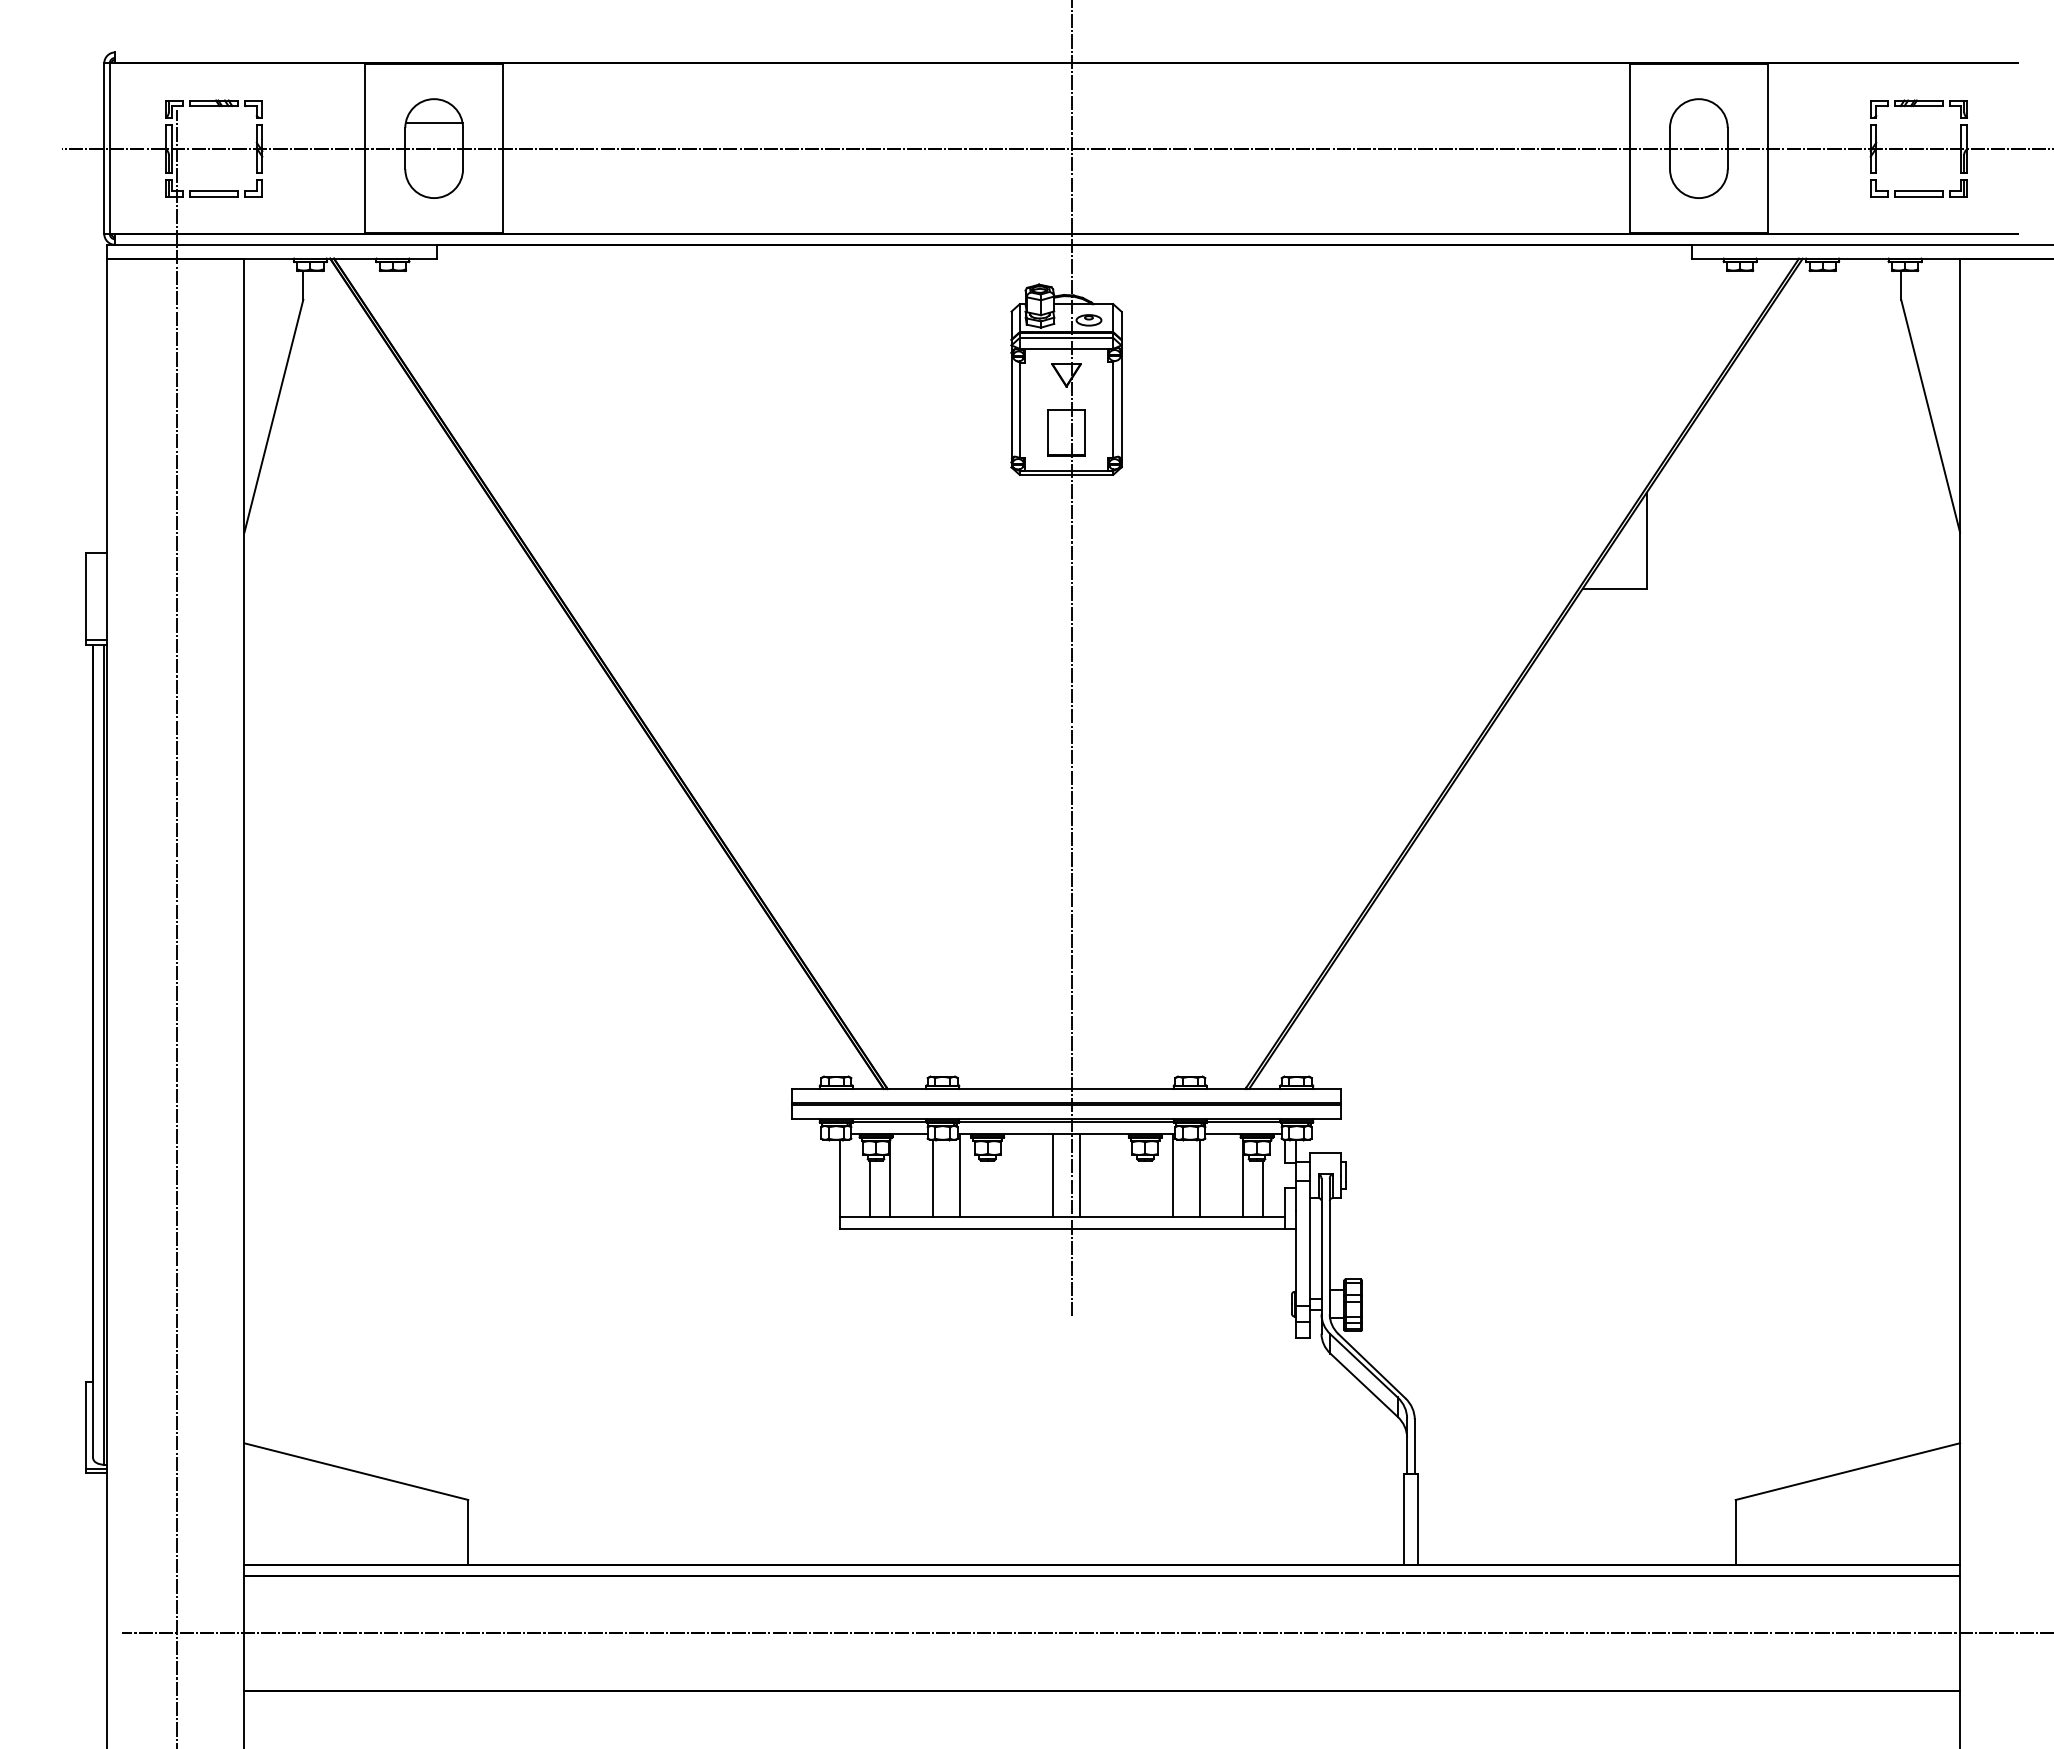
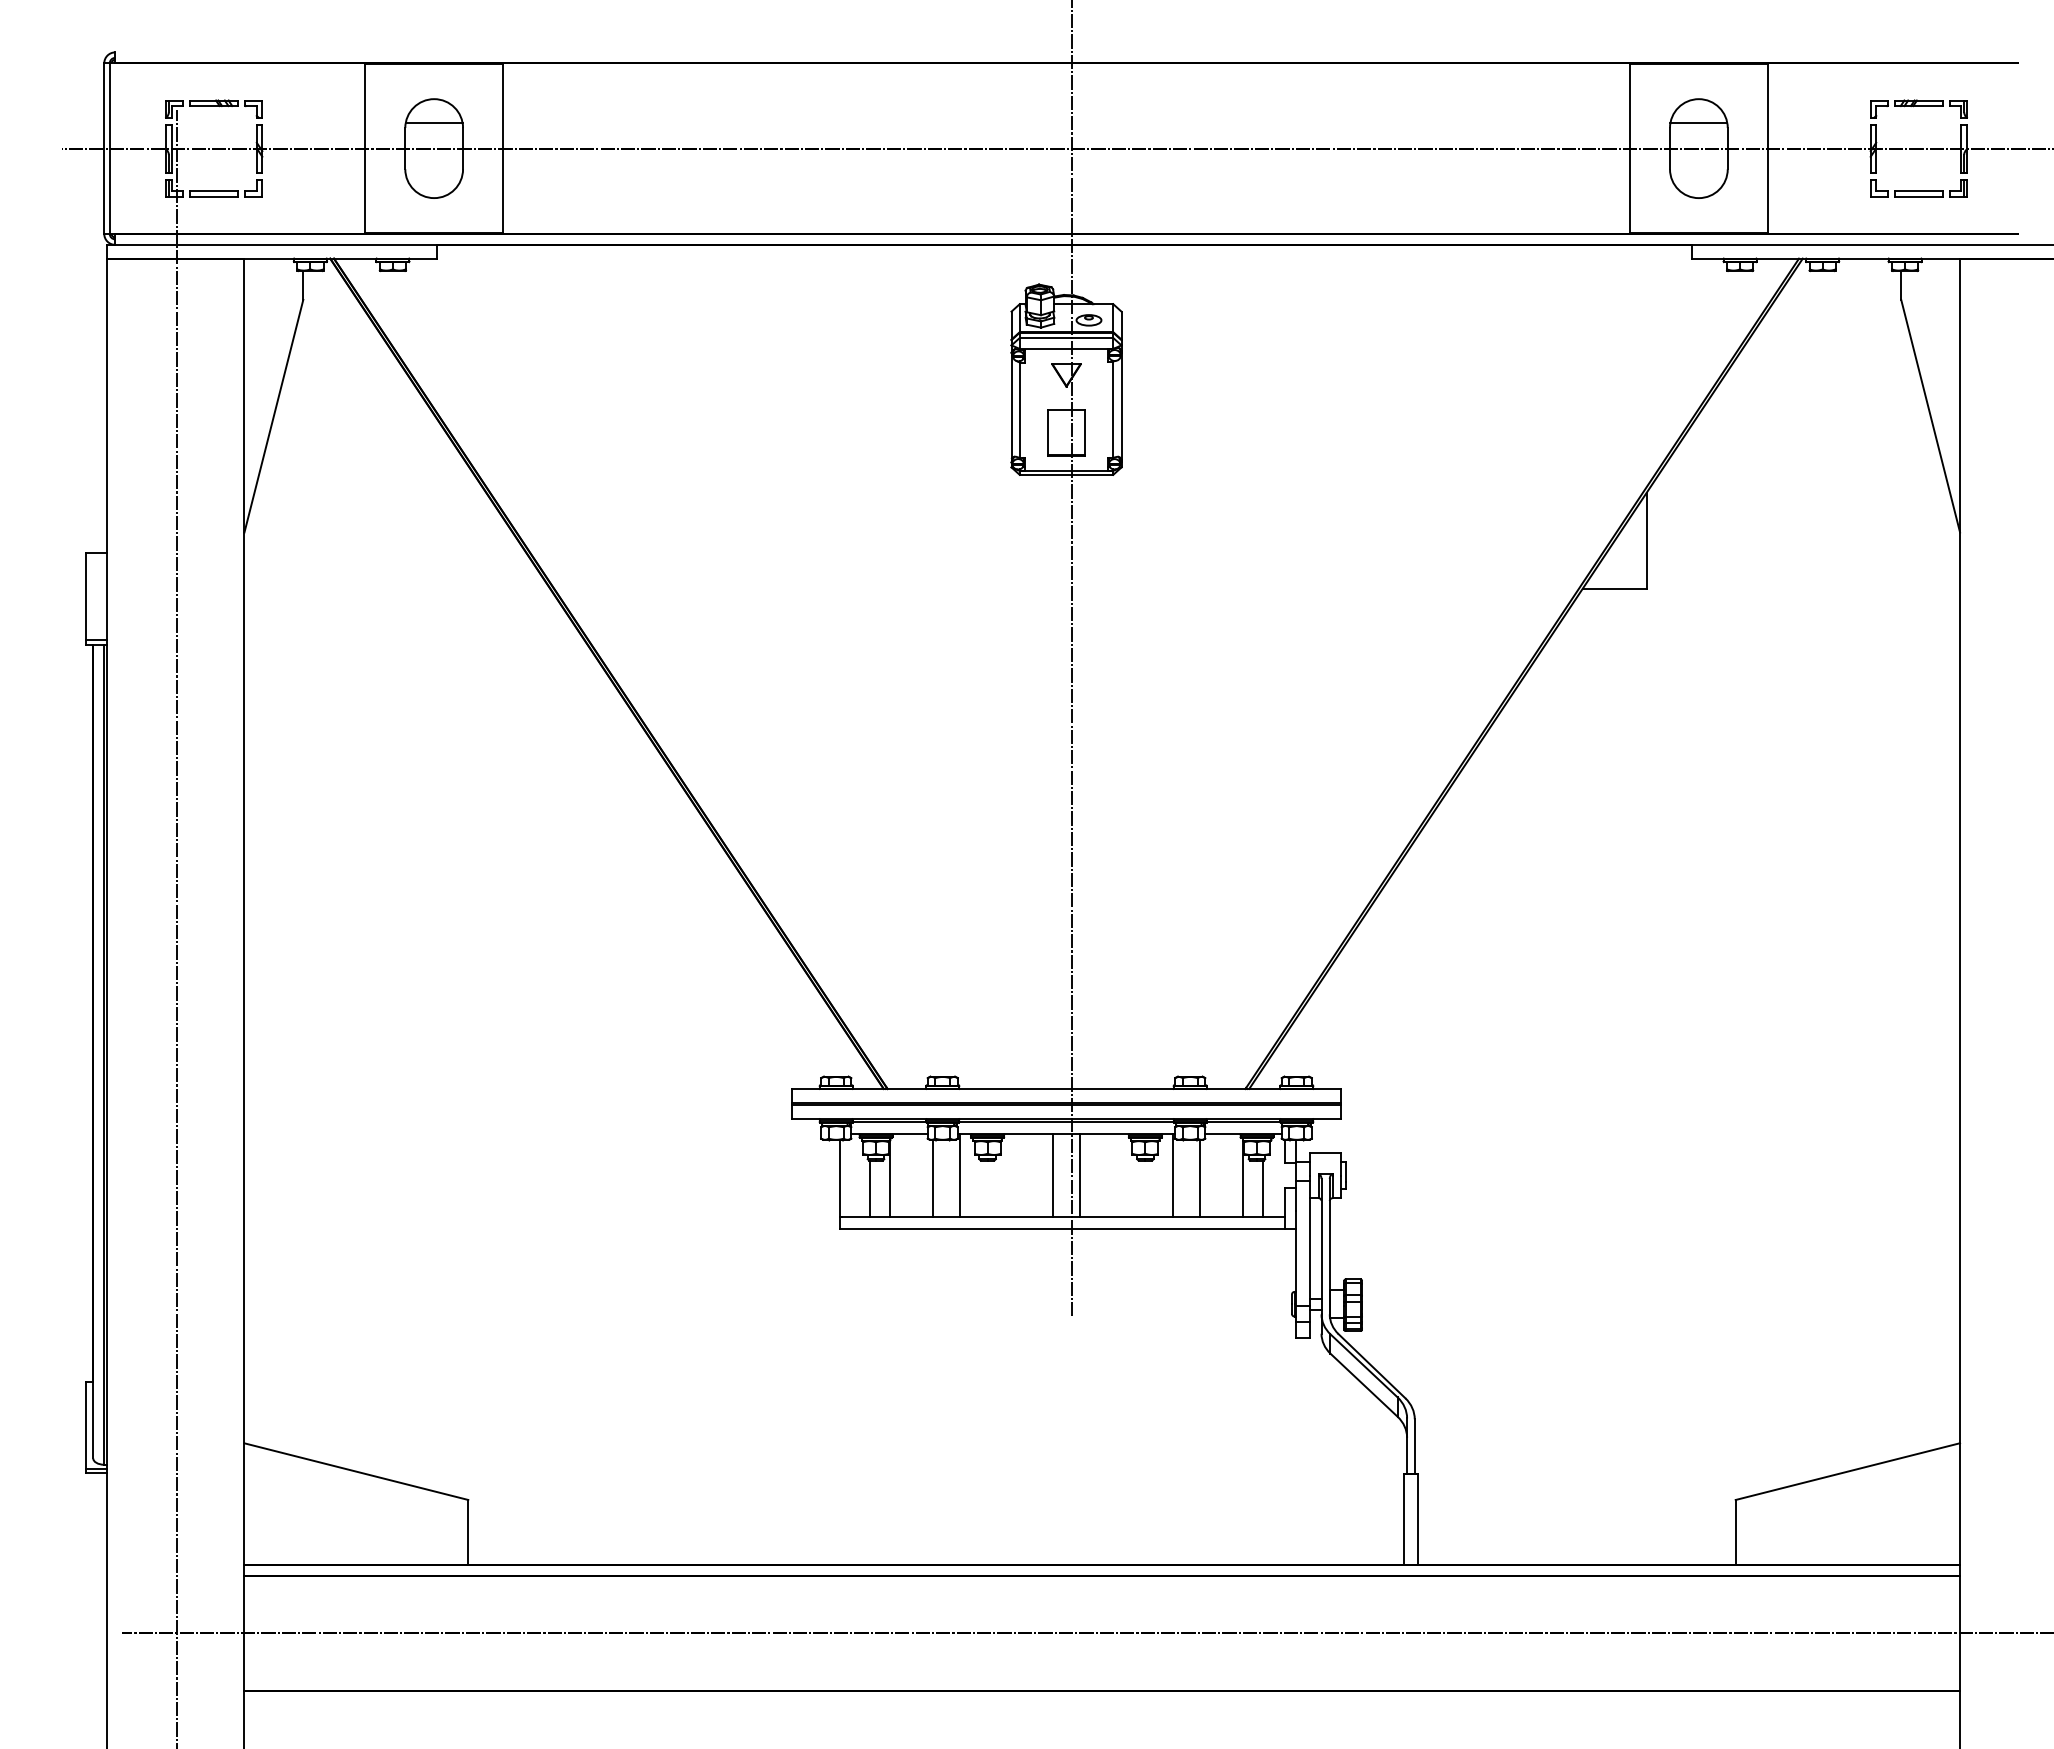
line at (1698, 123): none -> present
